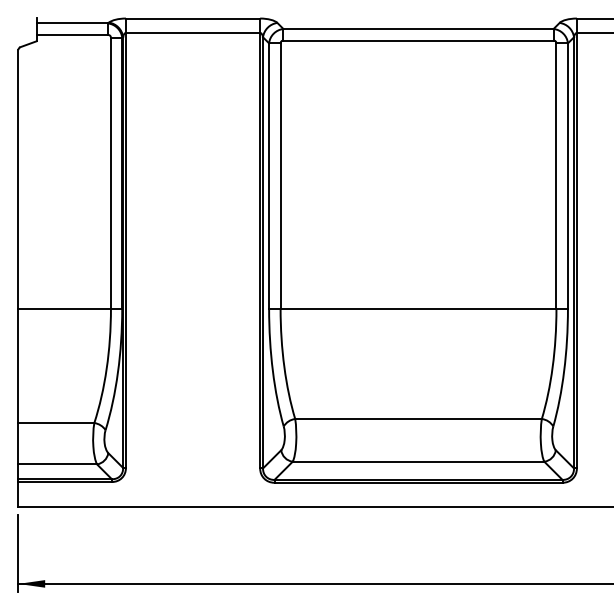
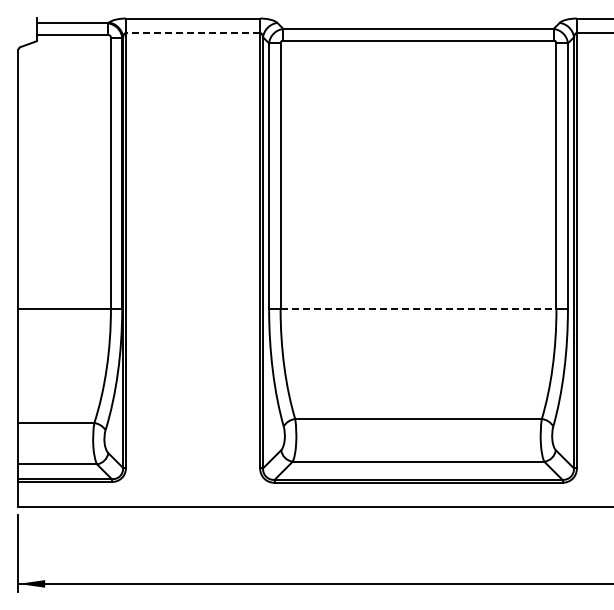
line at (192, 32): solid -> dashed
line at (418, 308): solid -> dashed
